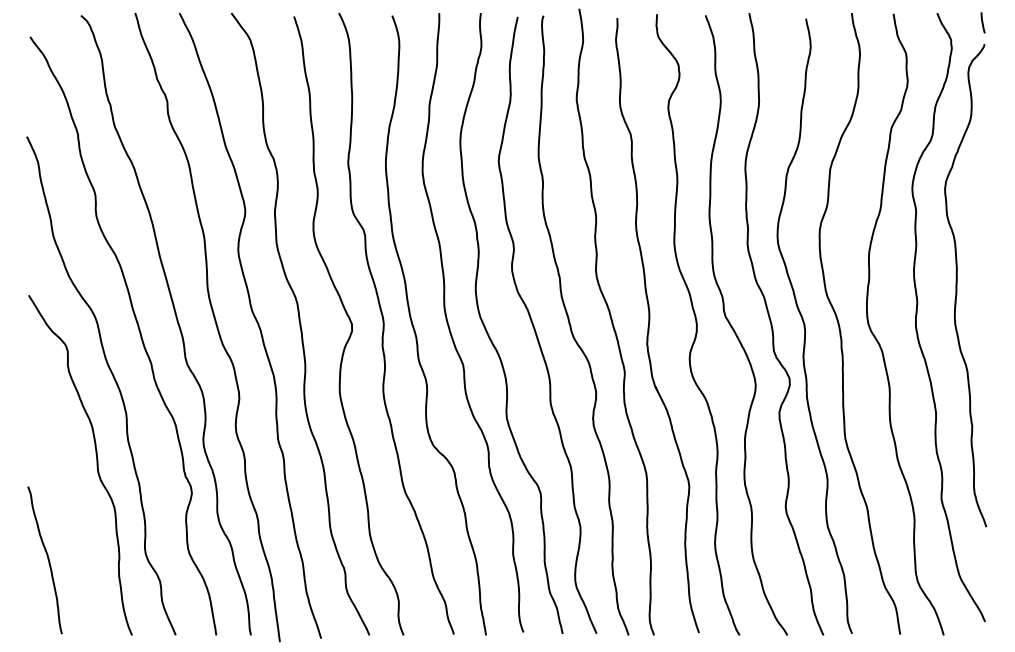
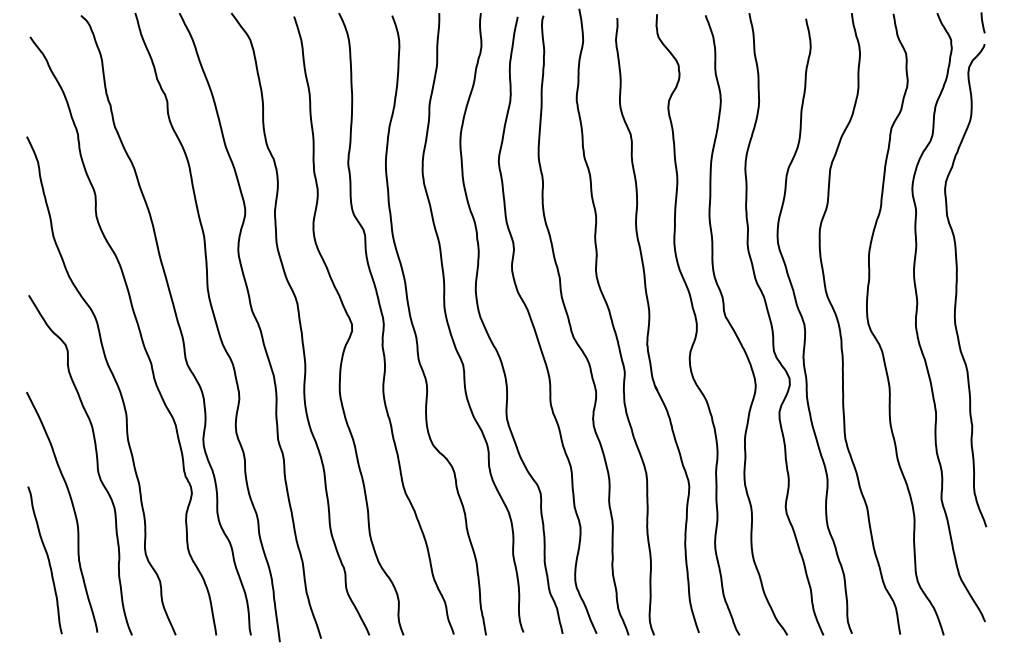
curve at (72, 508): none -> present
